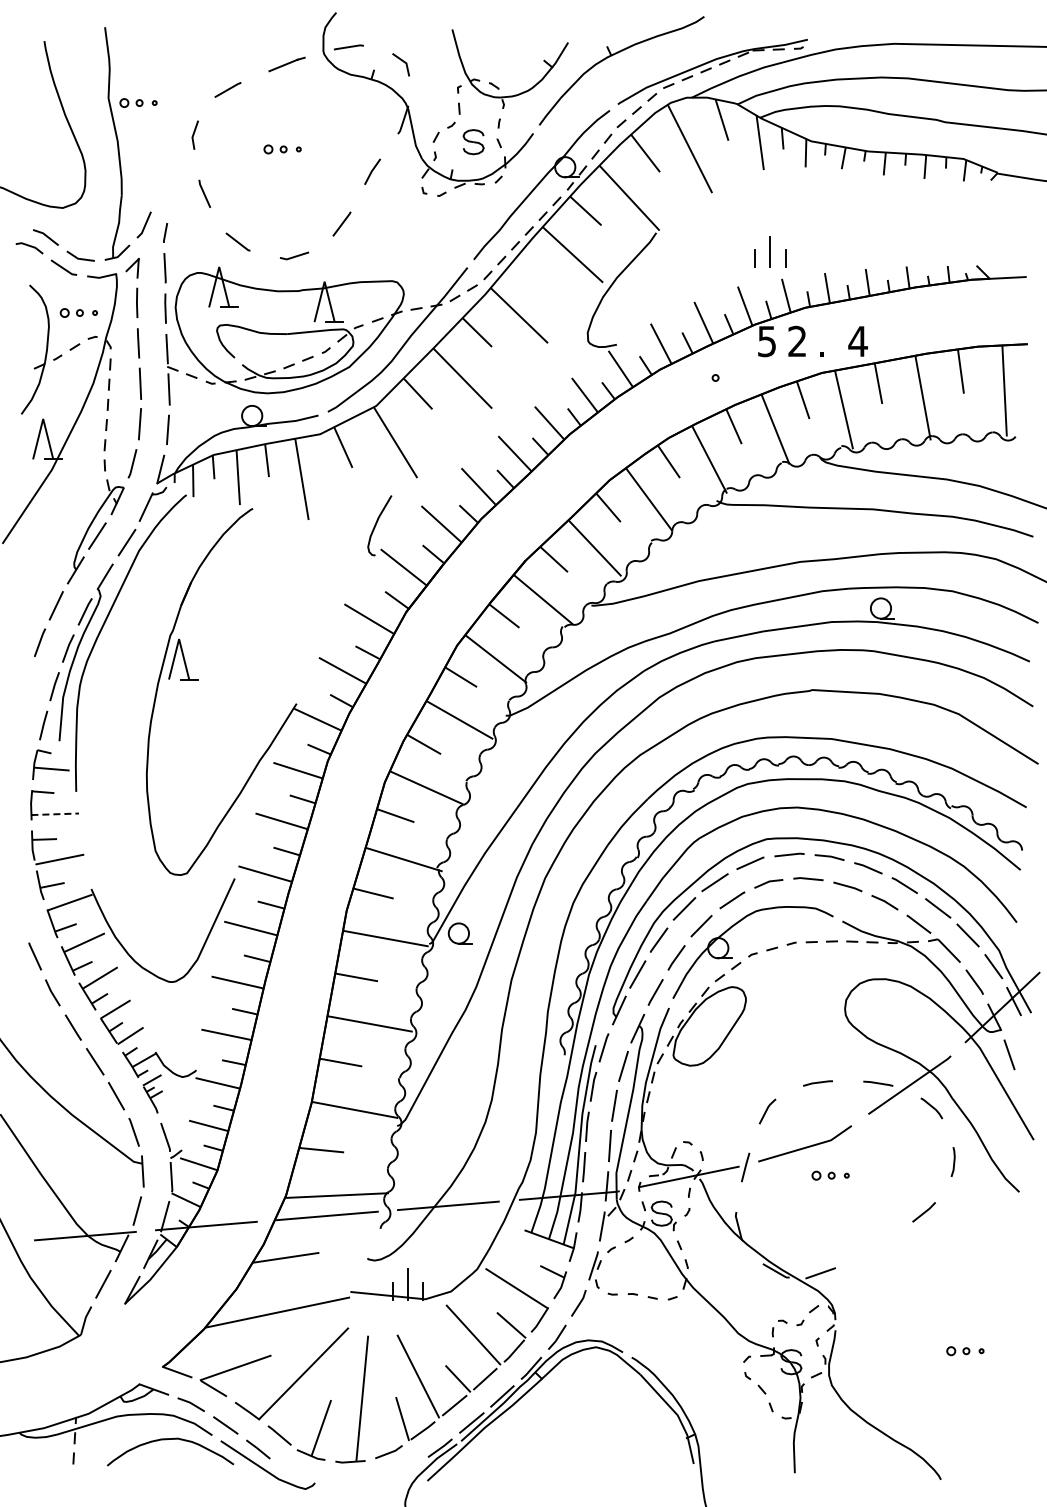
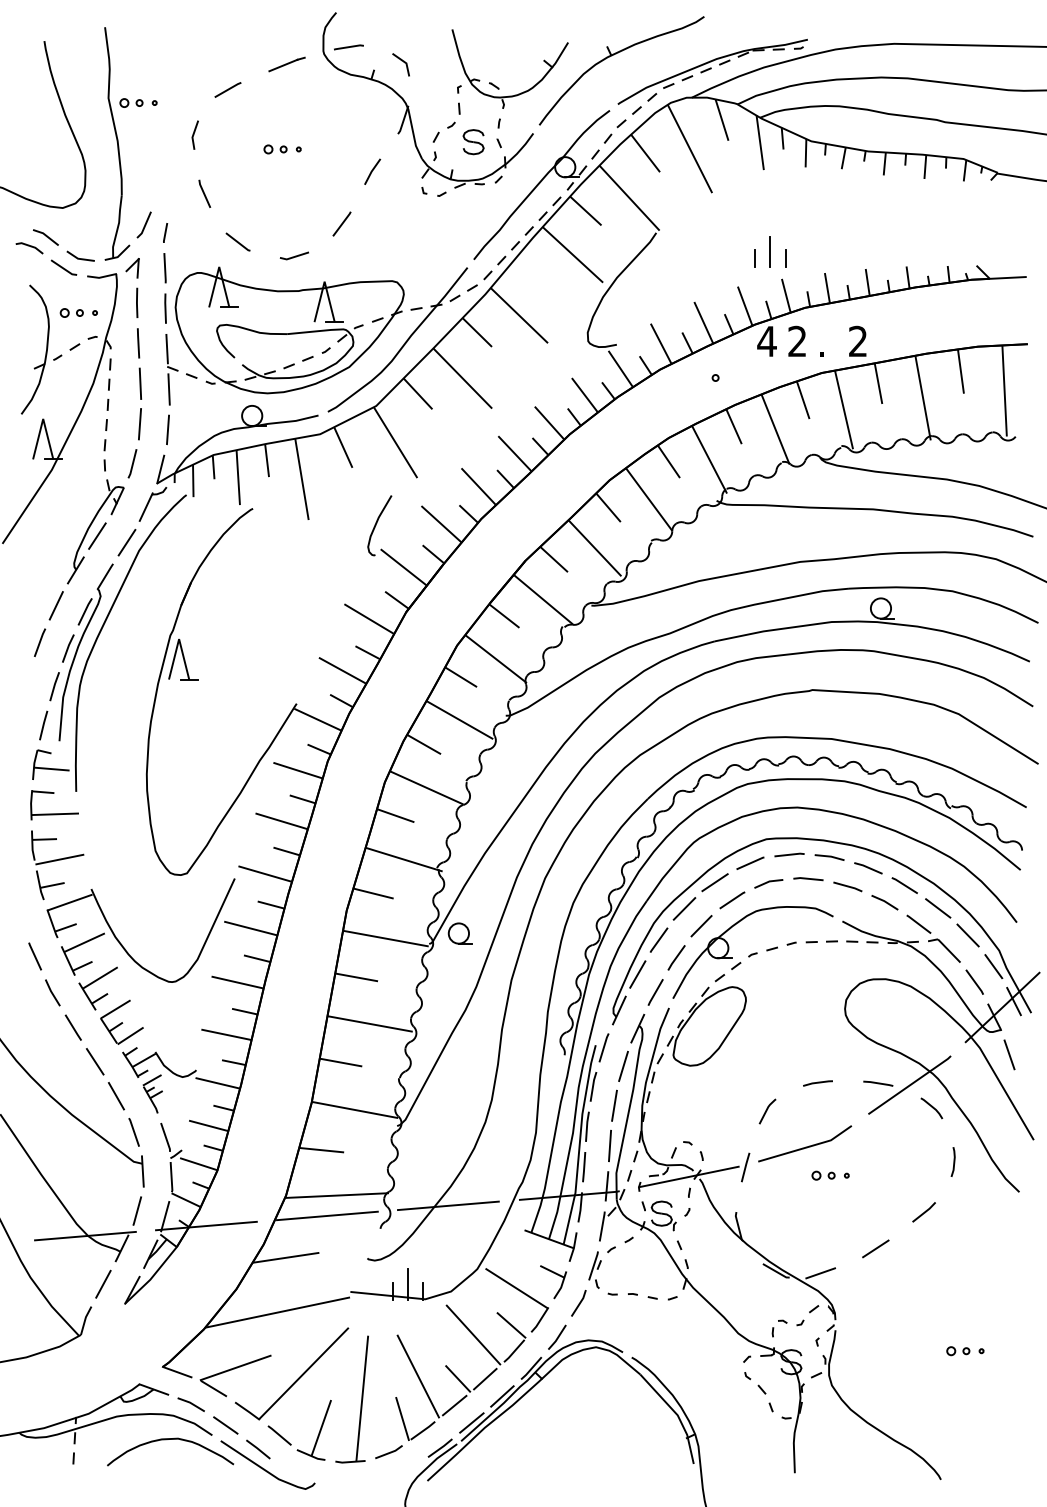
text at (857, 340): 4 -> 2
text at (766, 341): 5 -> 4
line at (55, 814): dashed -> solid
line at (875, 1248): none -> present
